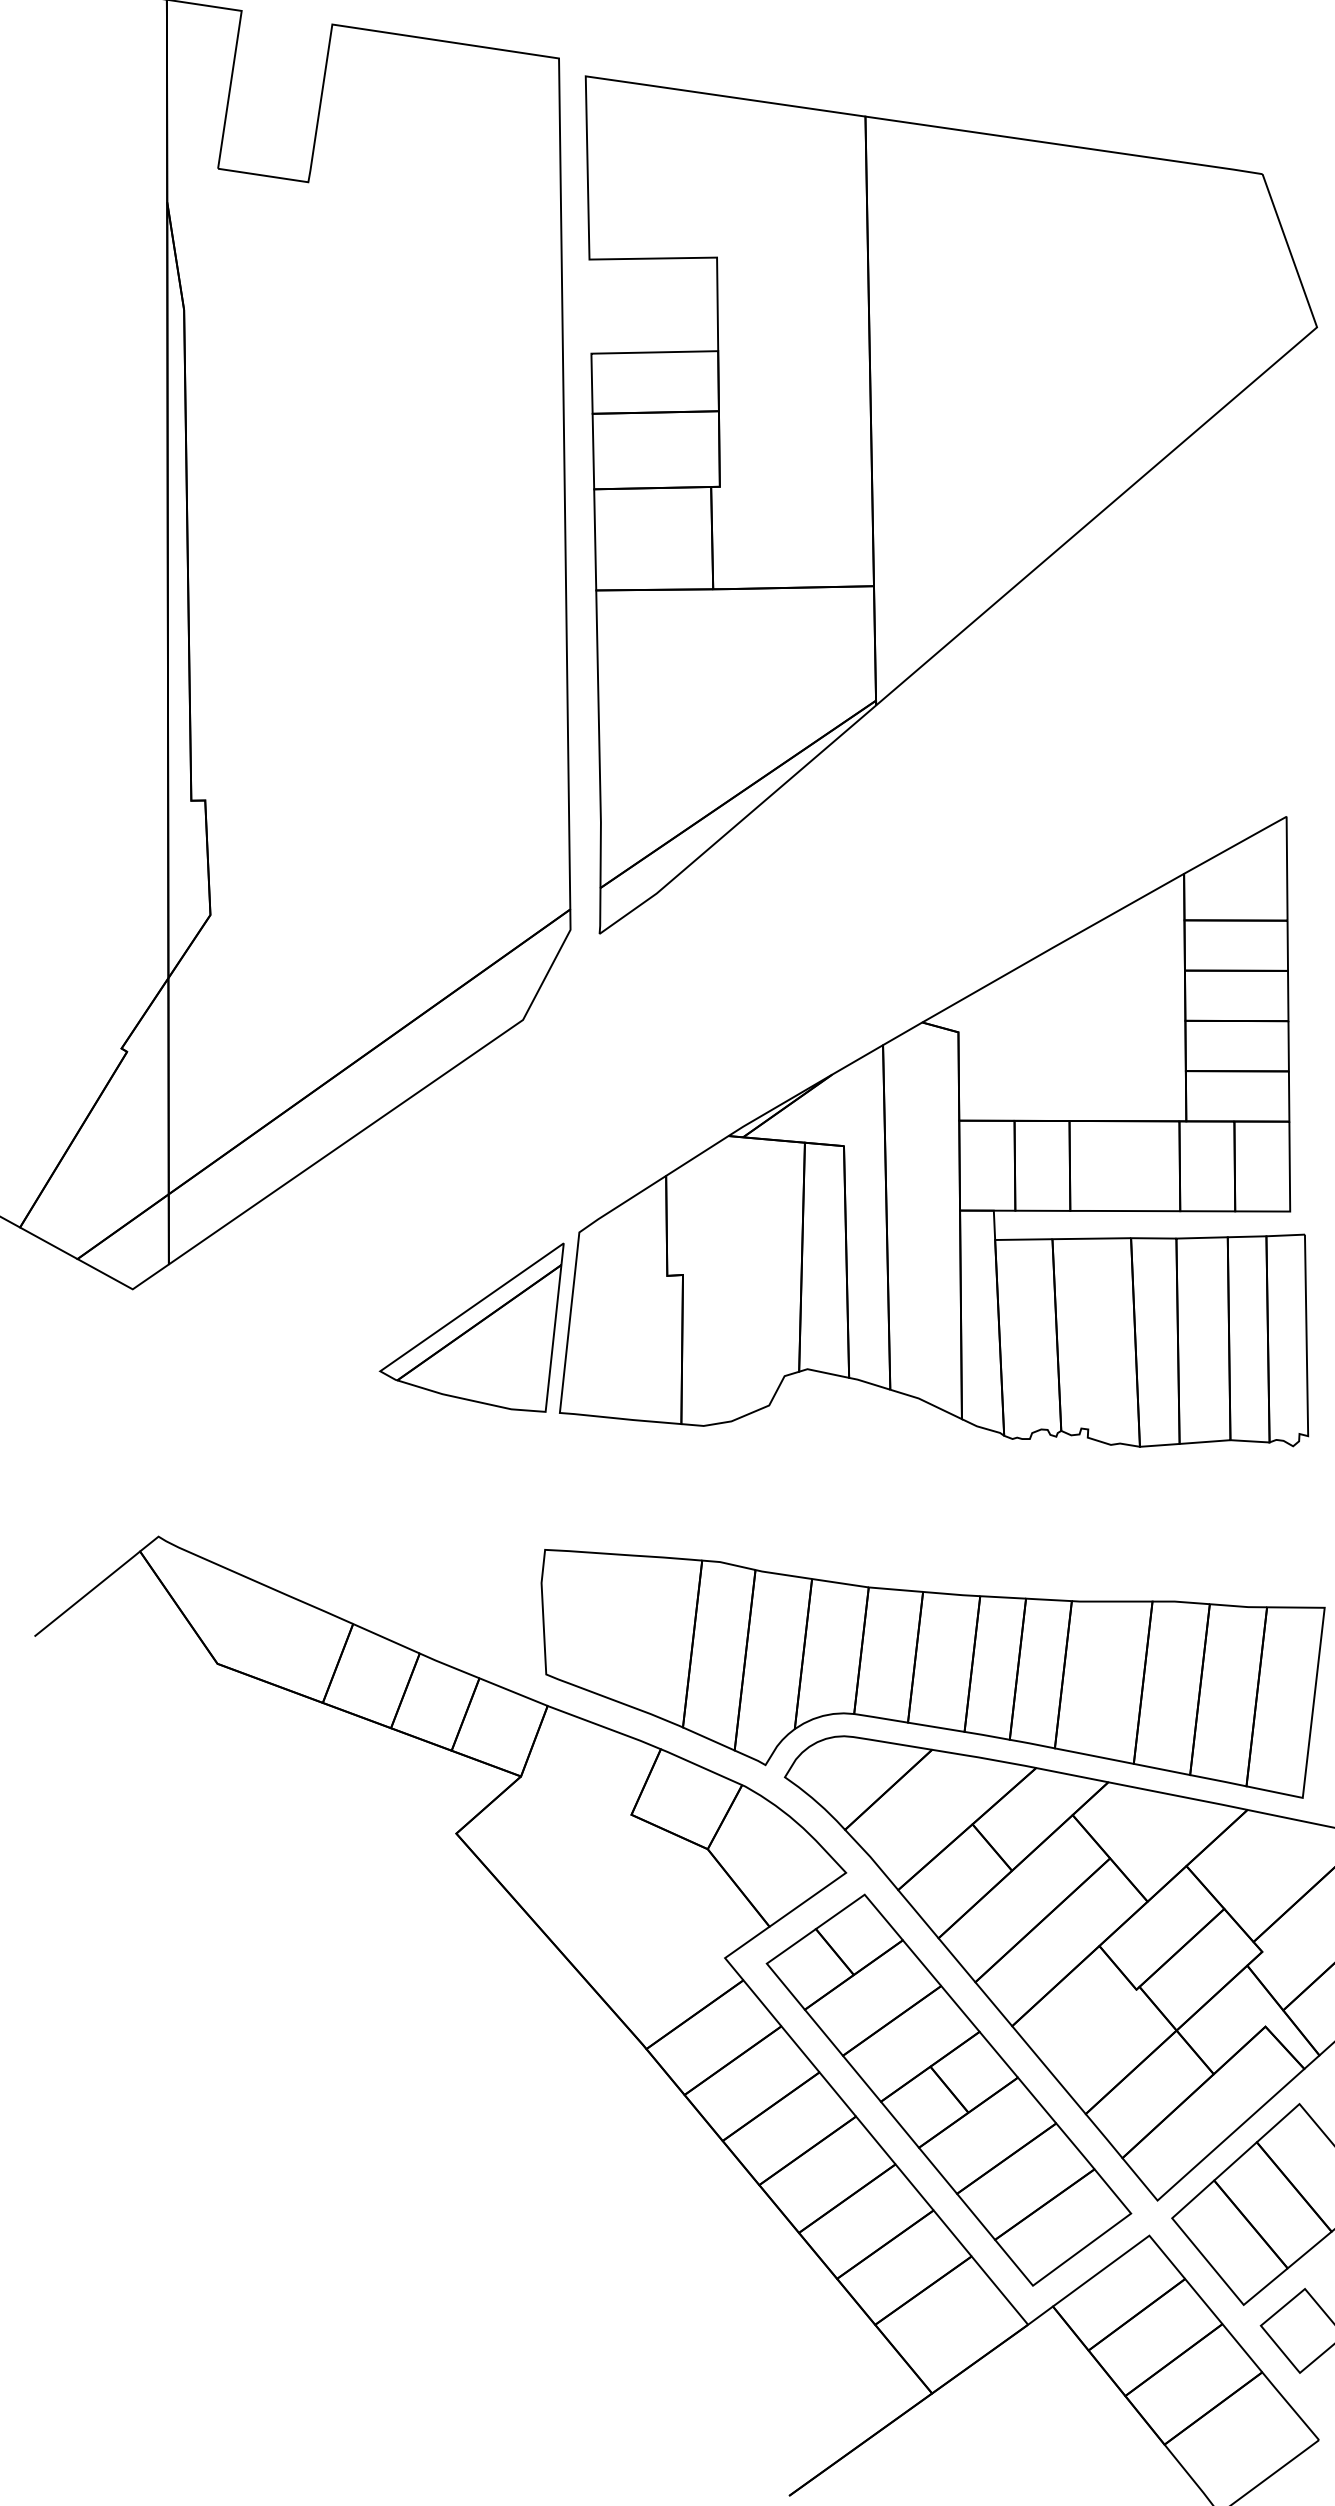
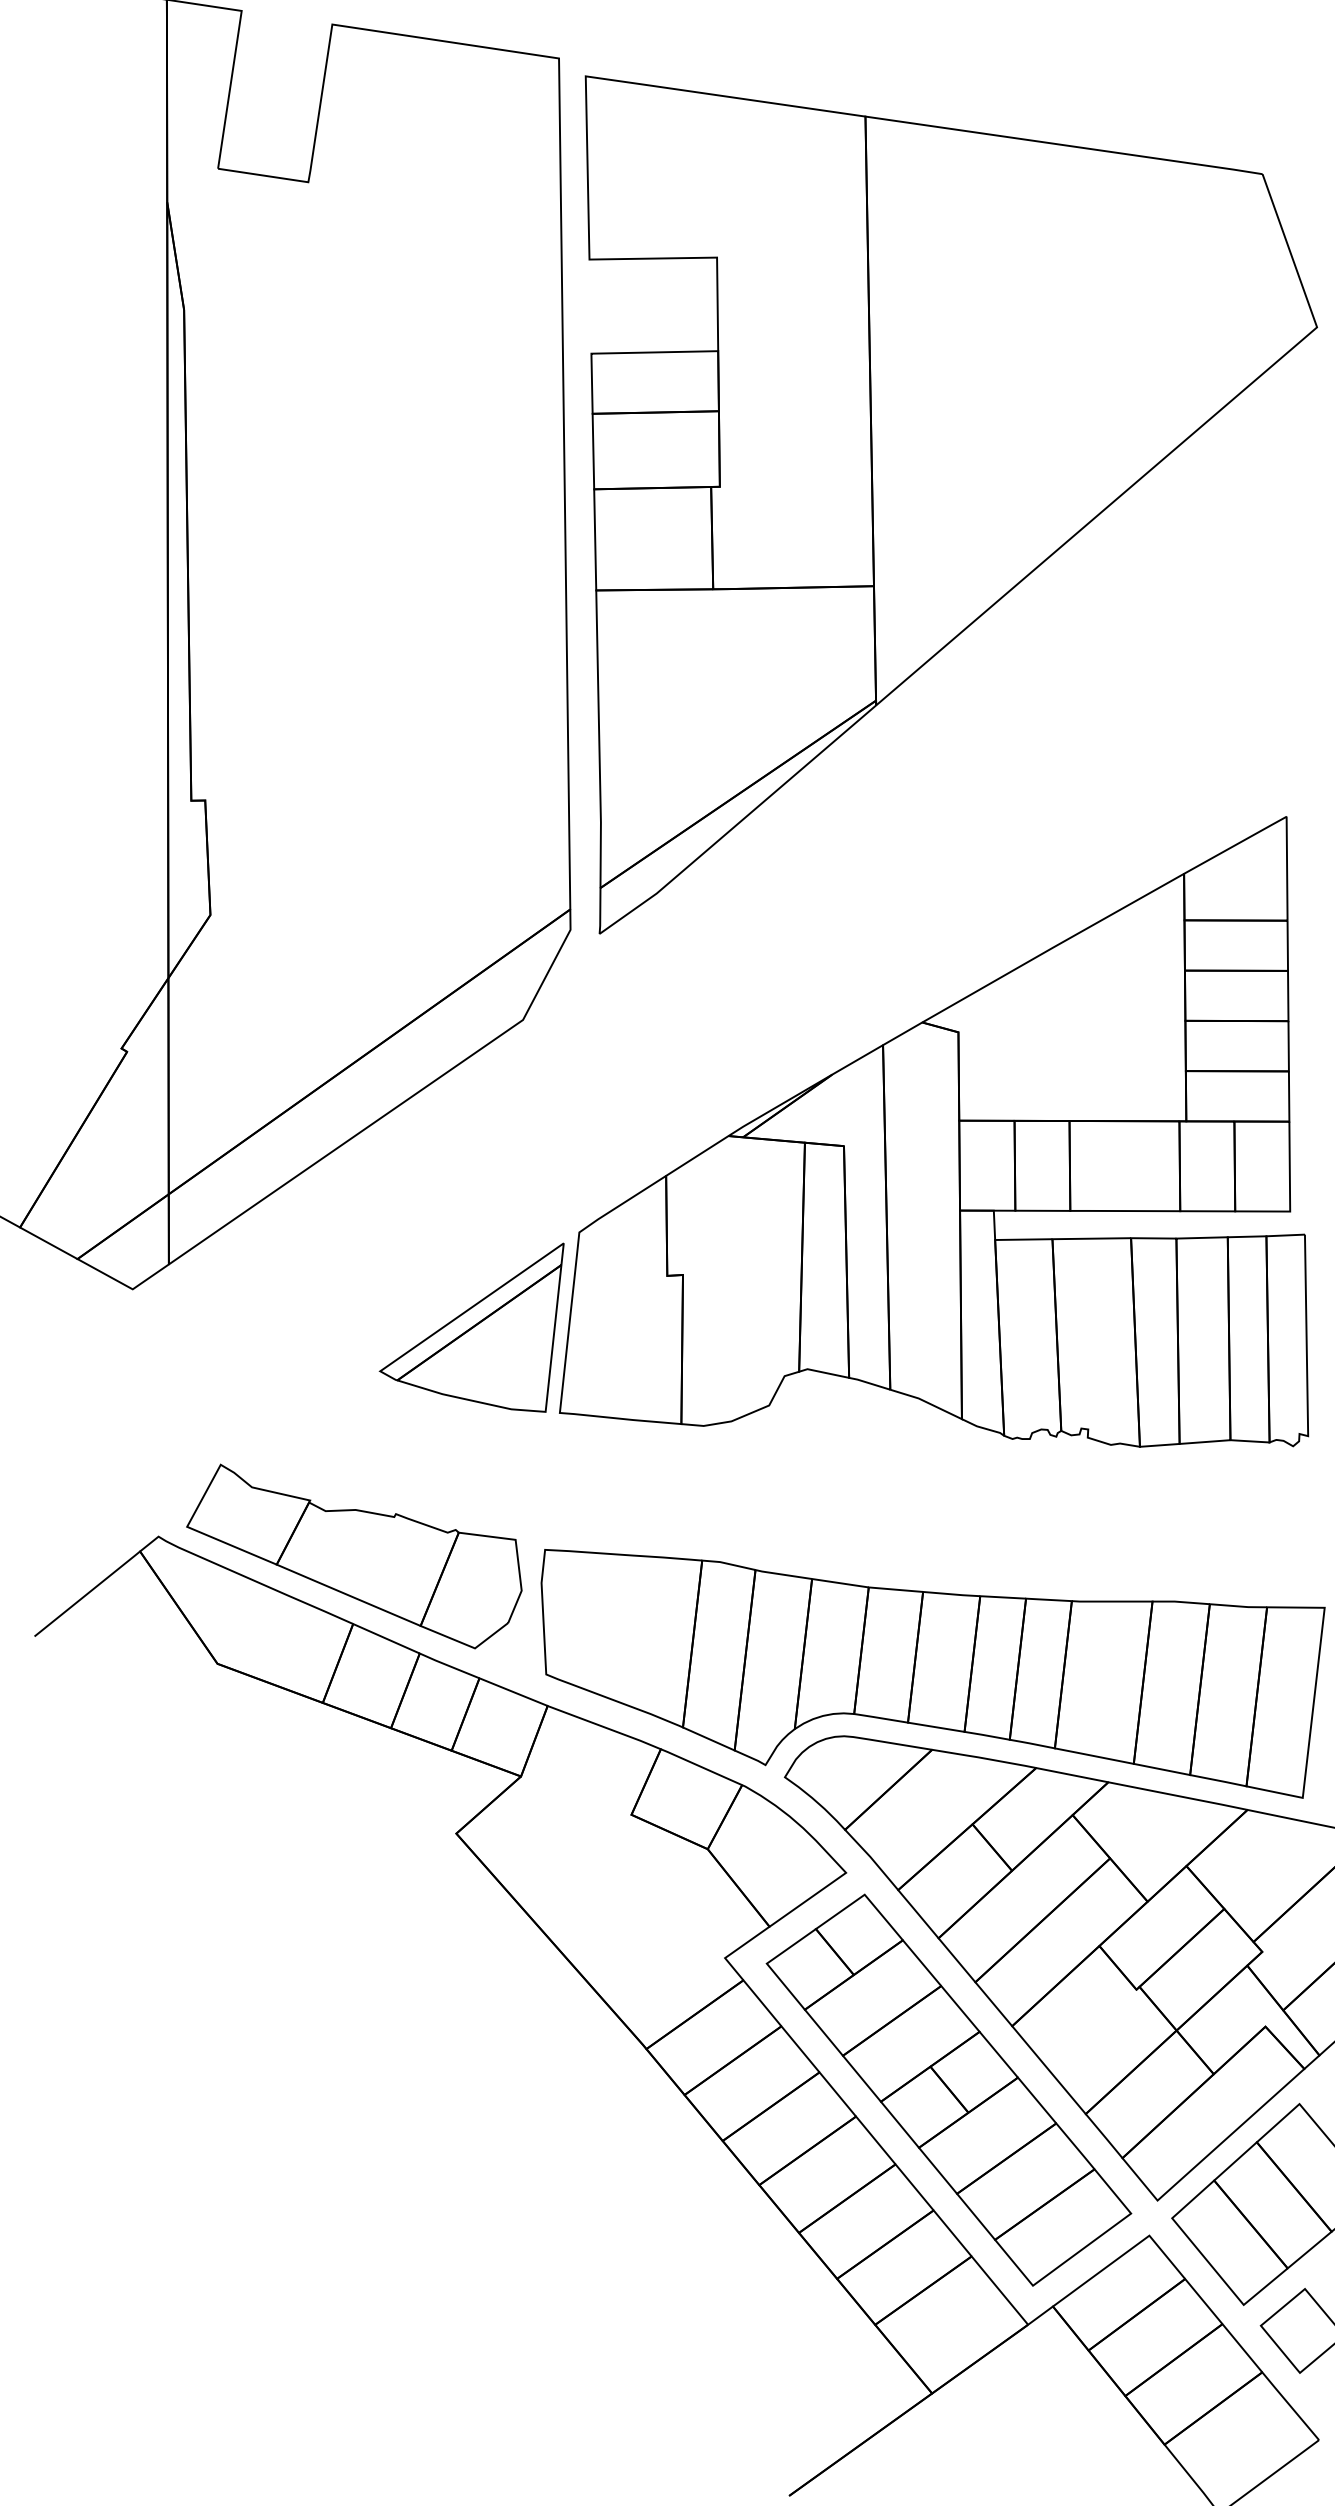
part at (354, 1556): none -> present
